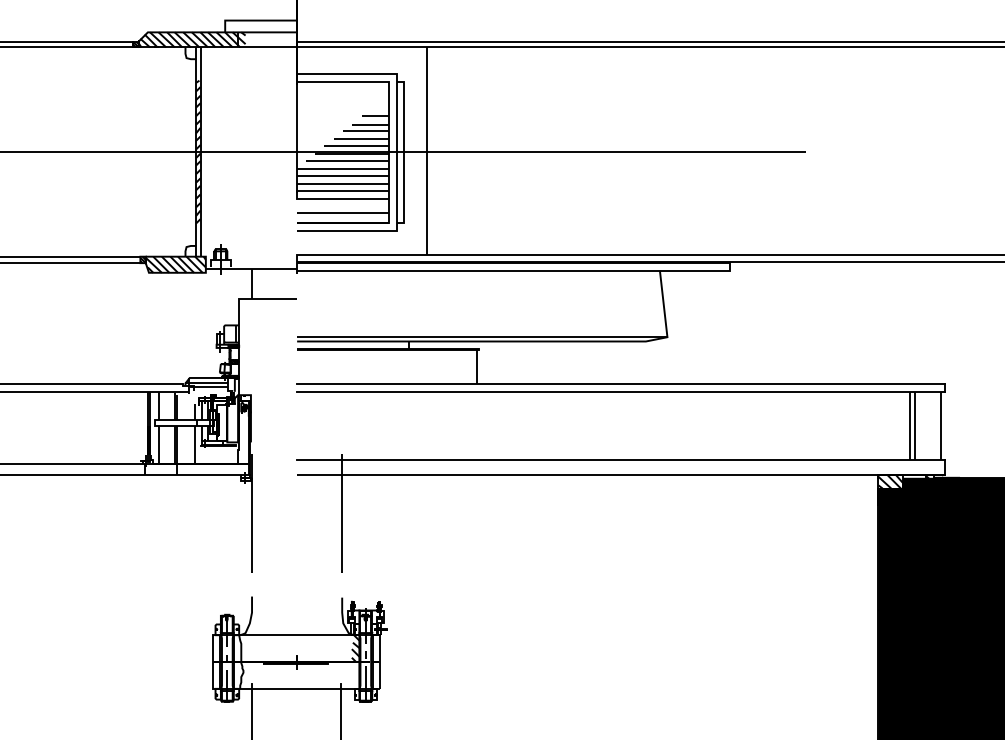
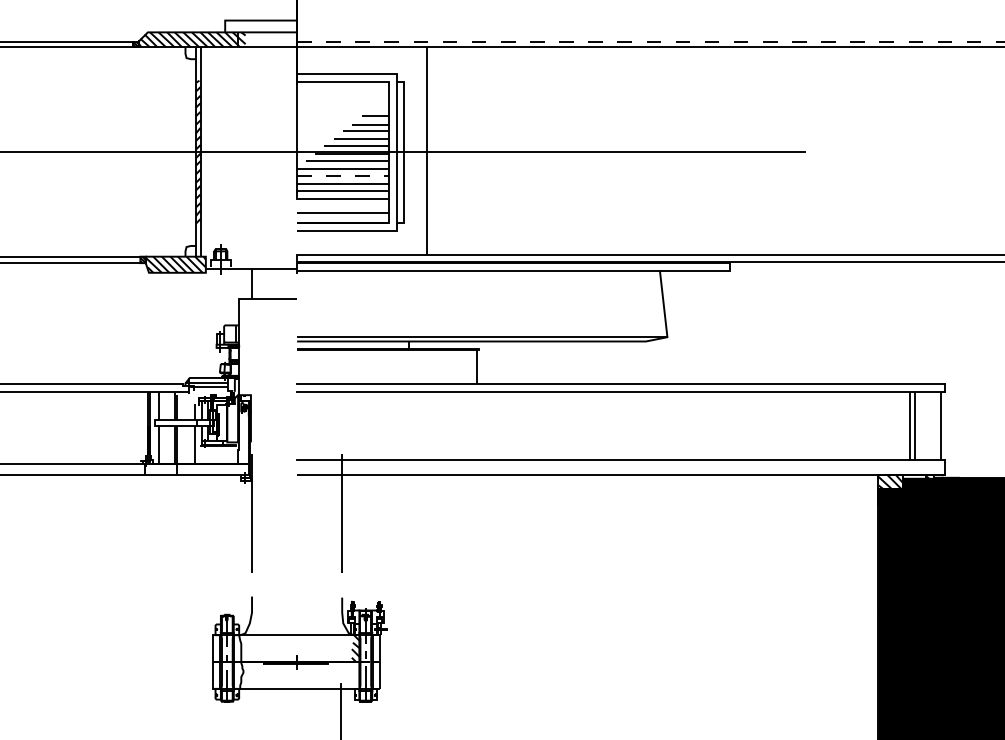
line at (651, 42): solid -> dashed
line at (343, 176): solid -> dashed
line at (252, 710): present -> none
